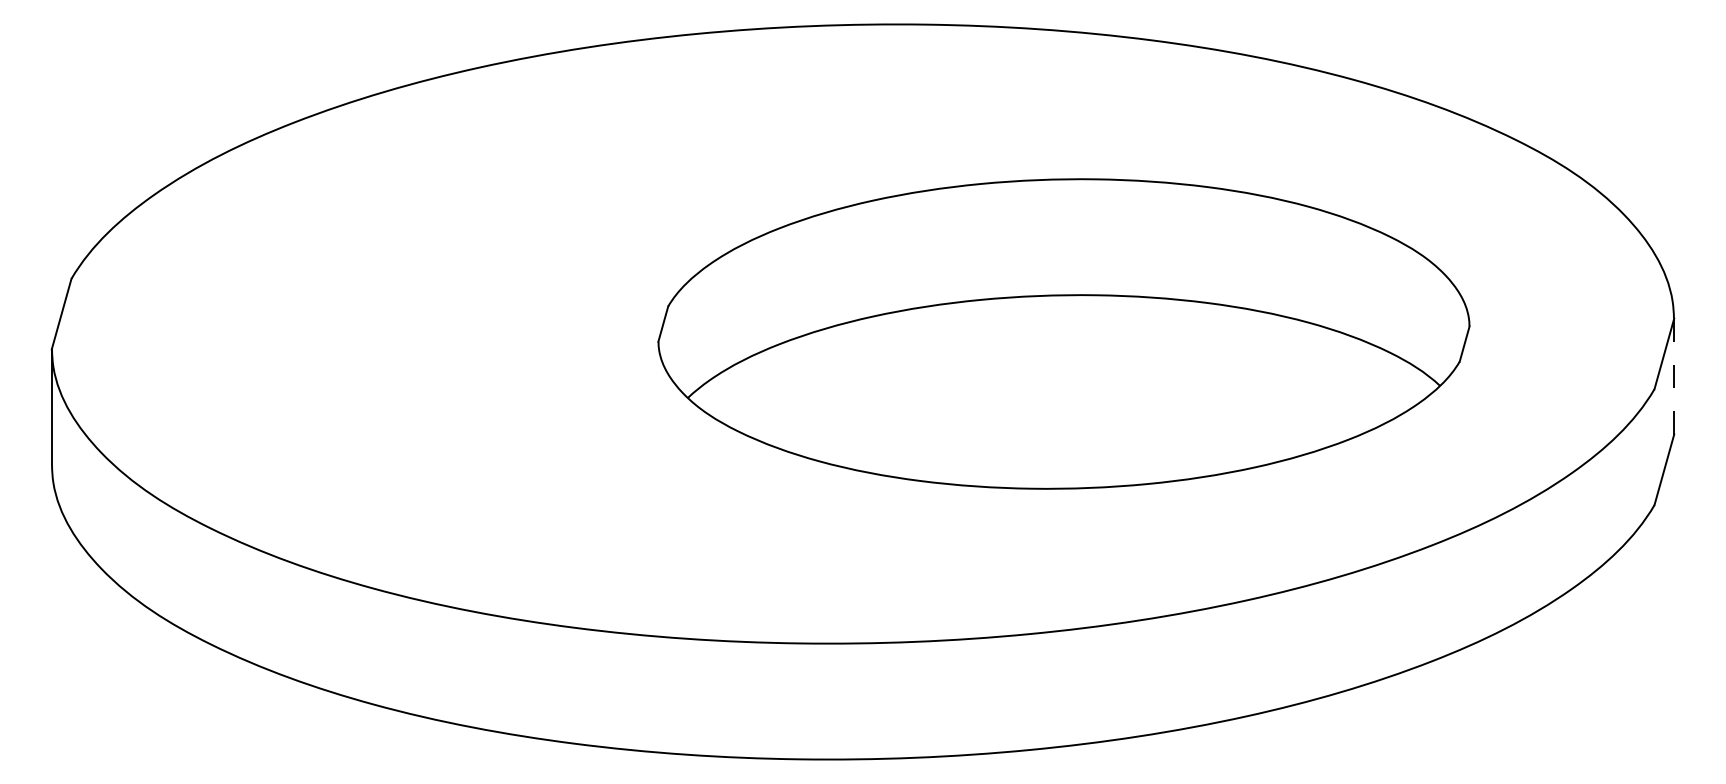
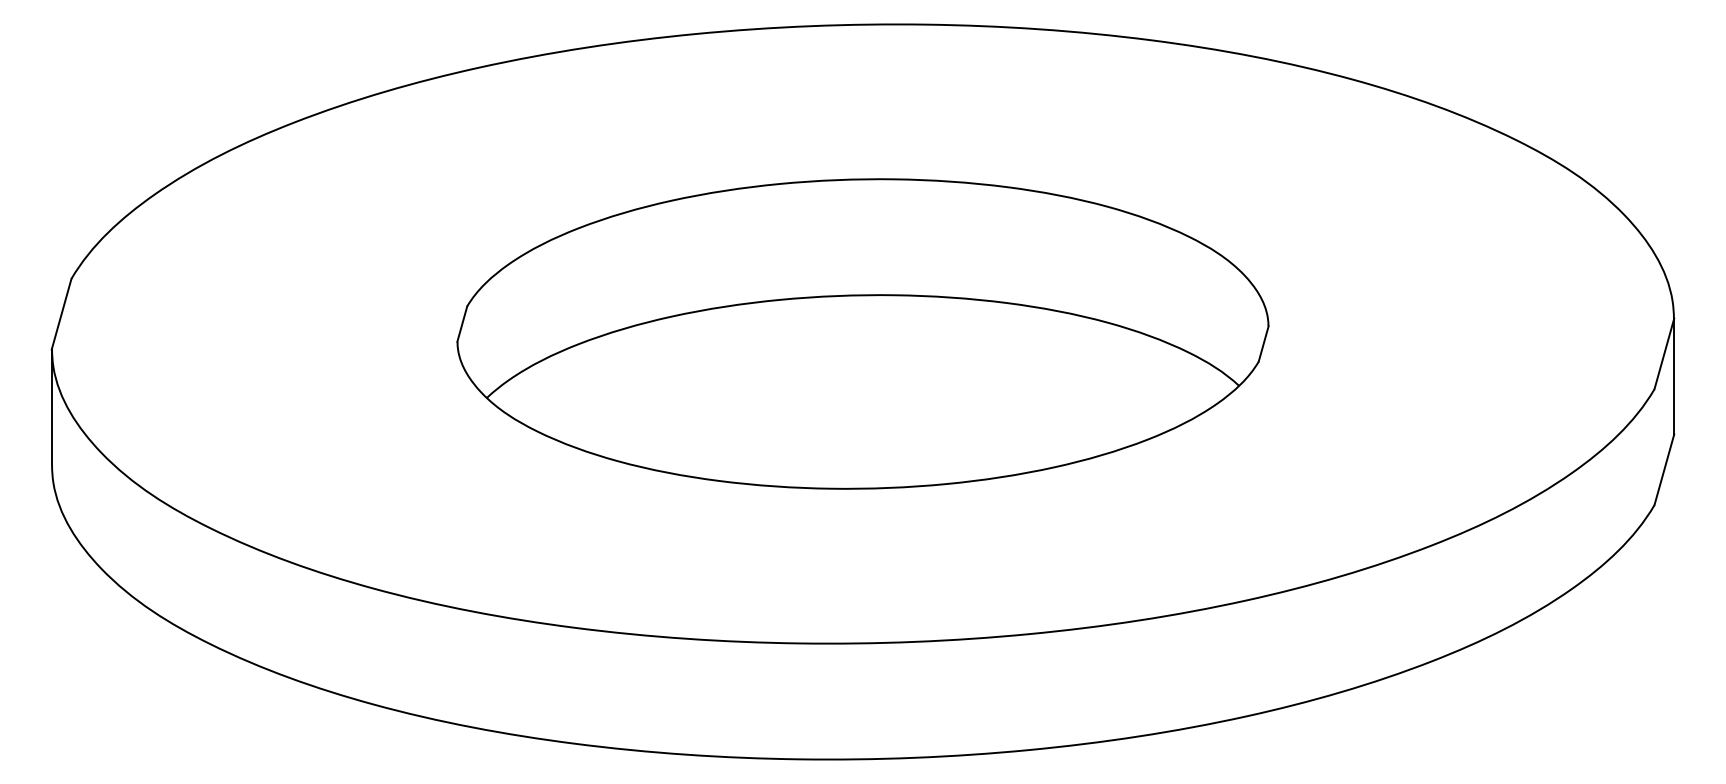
part at (1063, 333) position: (1063, 333) -> (862, 333)
line at (1674, 376): dashed -> solid
